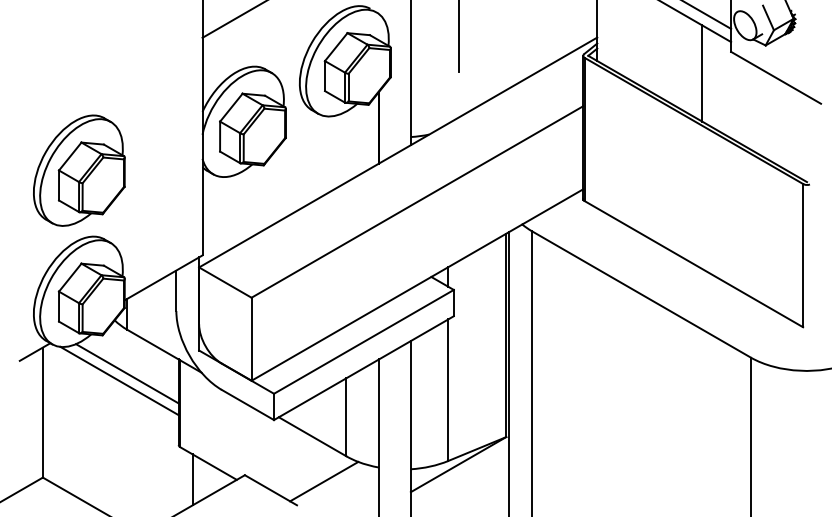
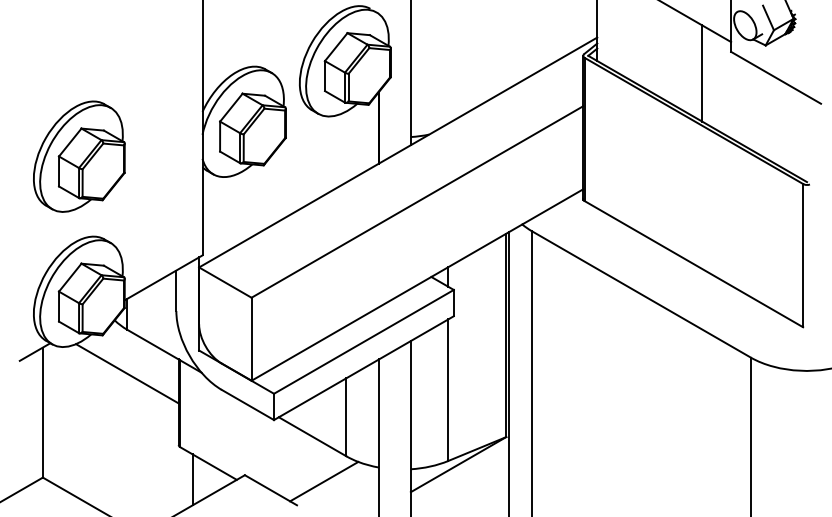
line at (708, 15): present -> none
line at (233, 19): present -> none
line at (458, 37): present -> none
part at (79, 170) position: (79, 170) -> (79, 156)
line at (119, 380): present -> none
